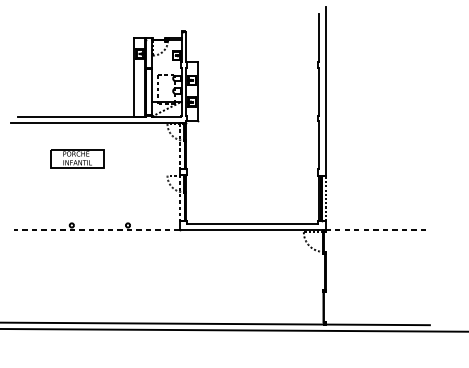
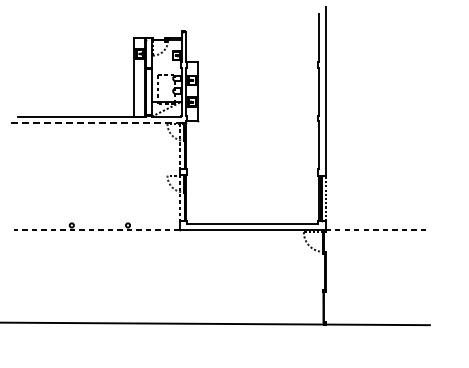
line at (98, 123): solid -> dashed
part at (77, 158): present -> none
line at (233, 330): present -> none
